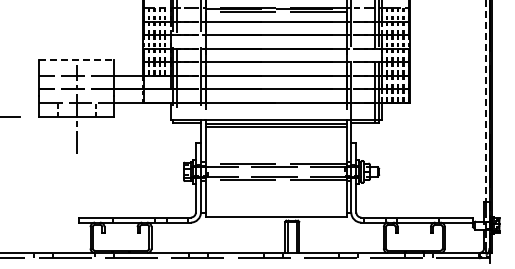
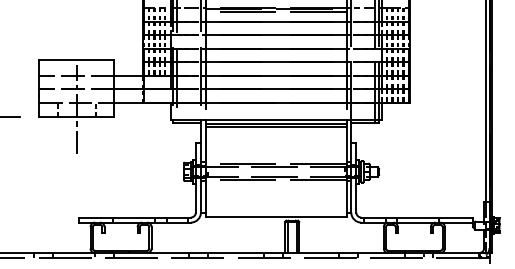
line at (76, 60): dashed -> solid
line at (485, 101): dashed -> solid
